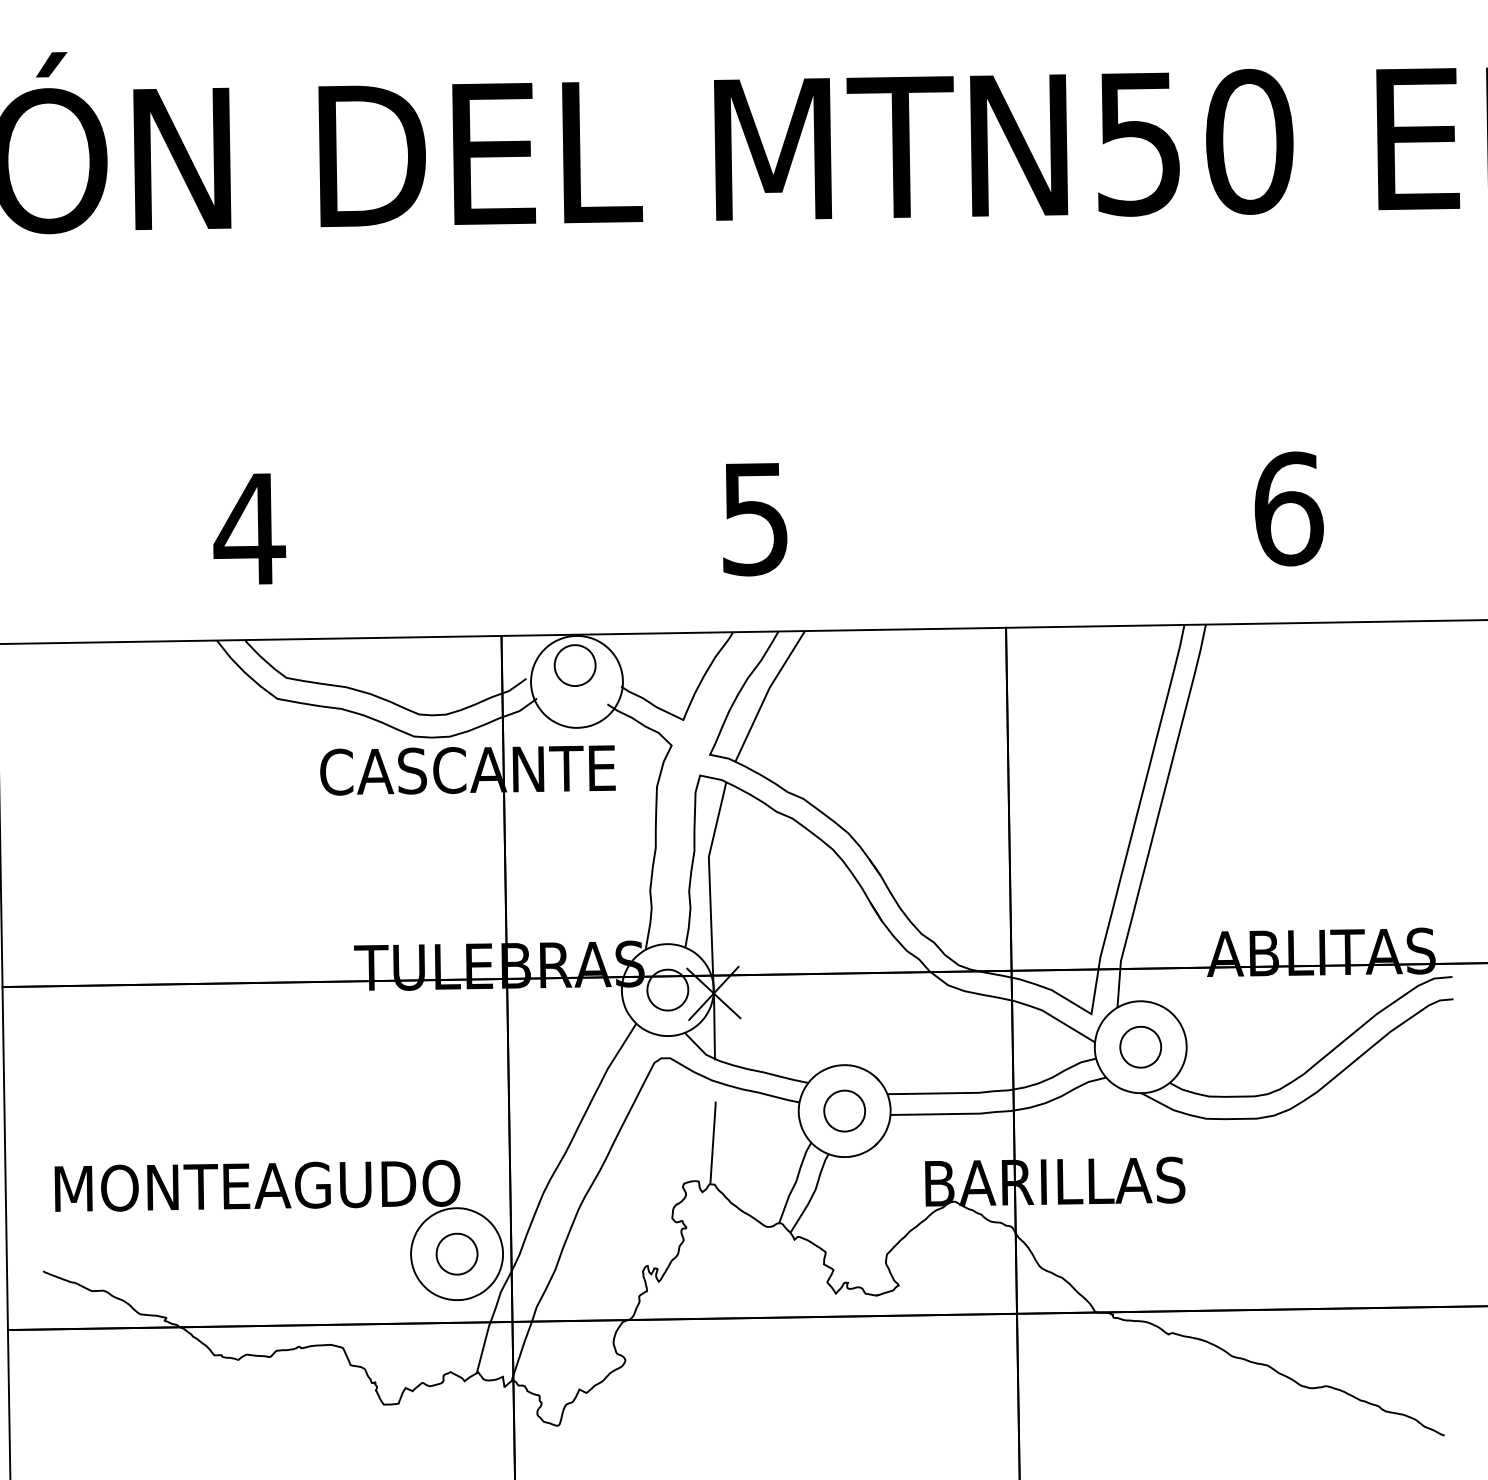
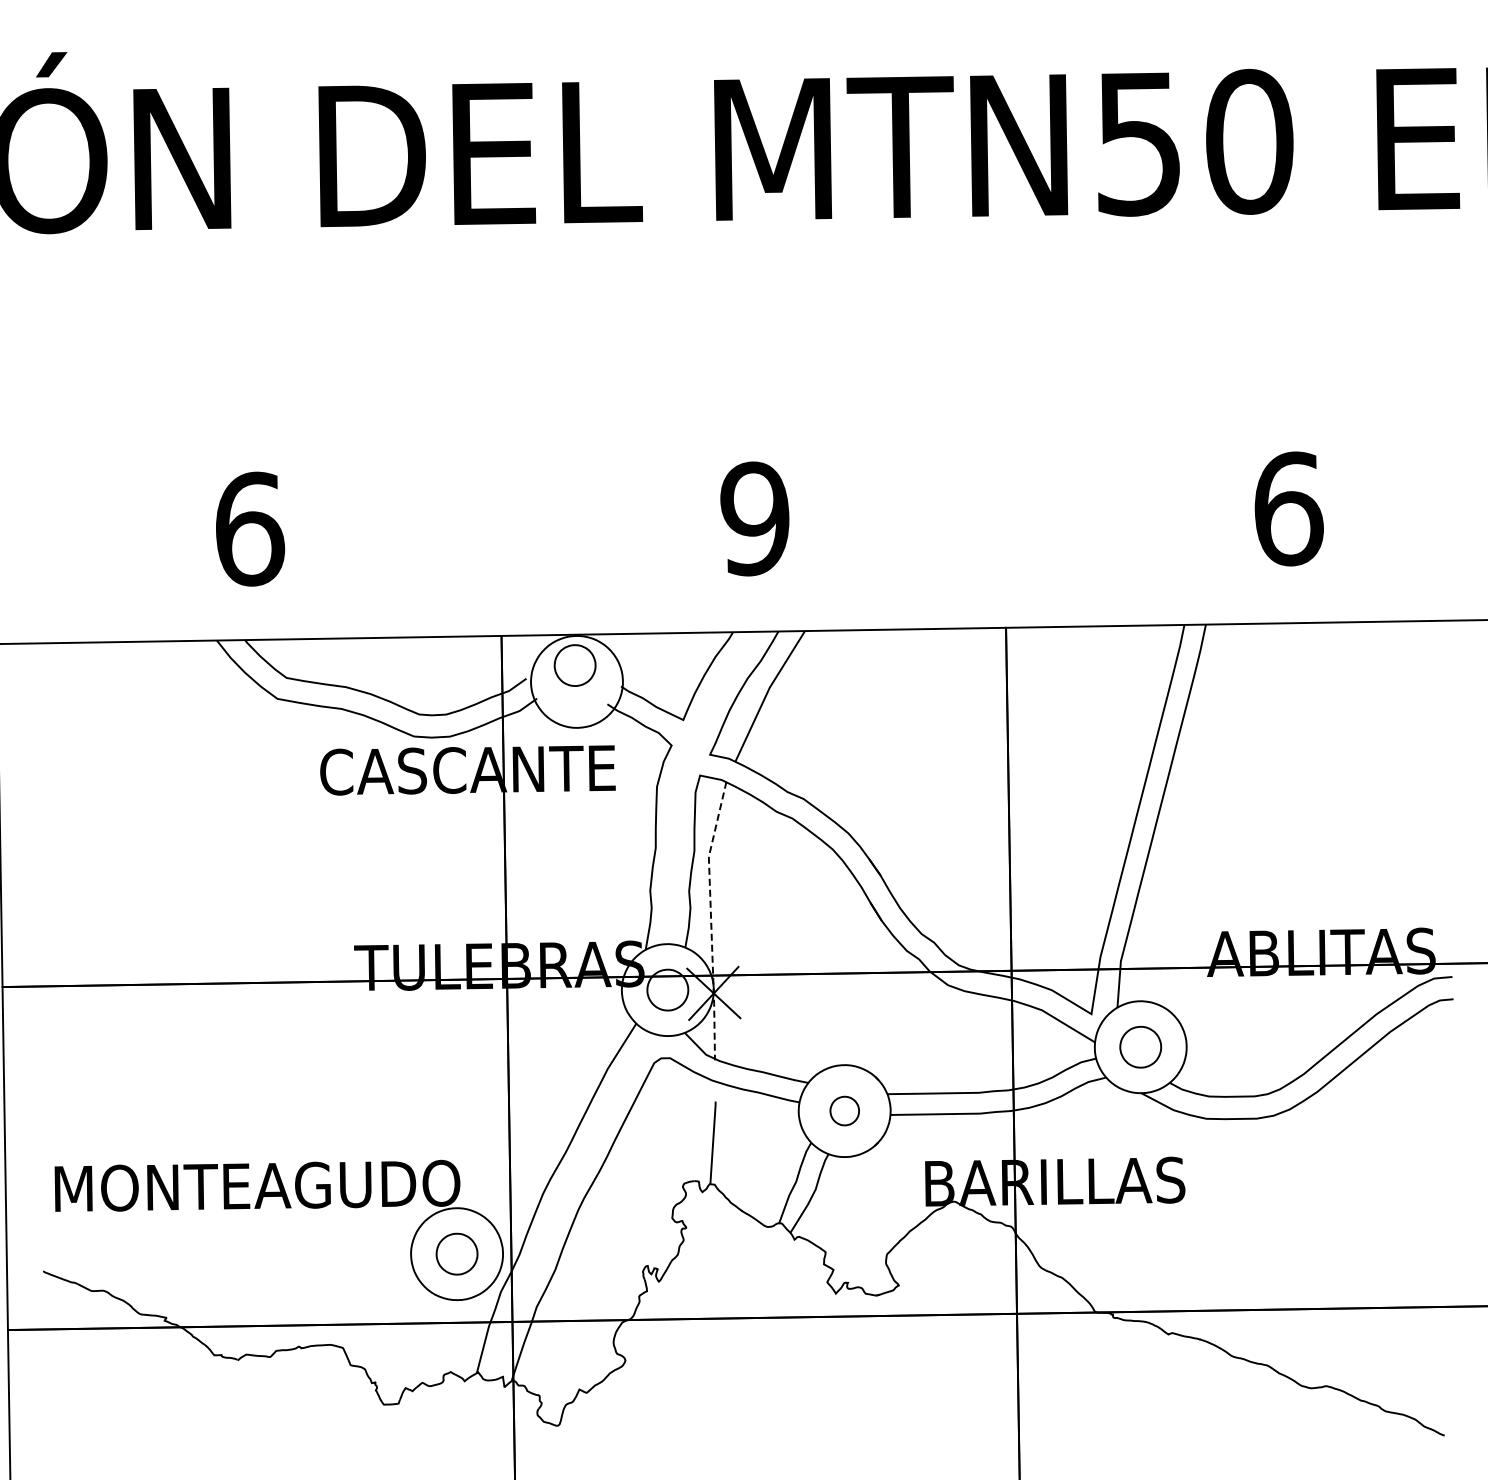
text at (754, 518): 5 -> 9
text at (249, 528): 4 -> 6
line at (711, 920): solid -> dashed
part at (844, 1110) size: 44x44 px -> 31x32 px
